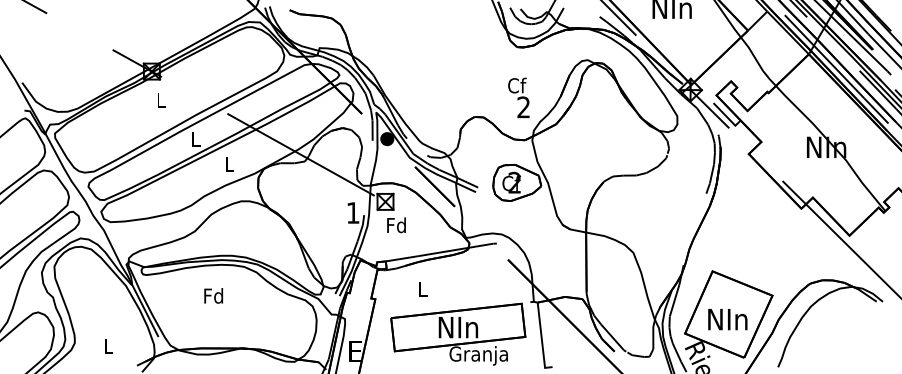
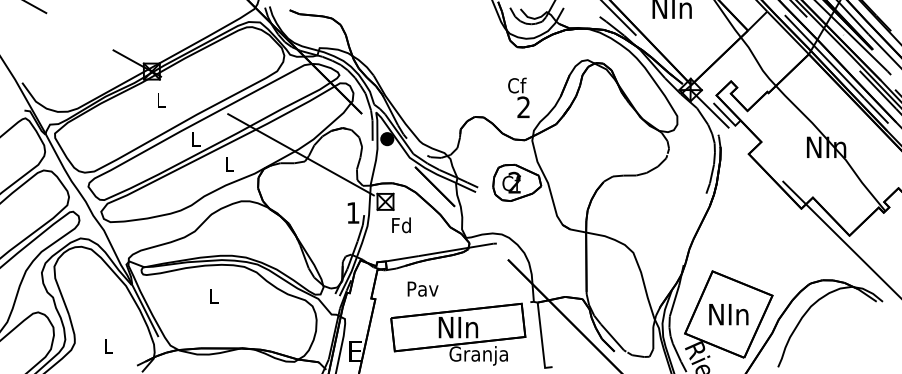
text at (396, 225) position: (396, 225) -> (401, 225)
text at (422, 288): L -> Pav
text at (213, 295): Fd -> L
text at (727, 319) position: (727, 319) -> (728, 314)
